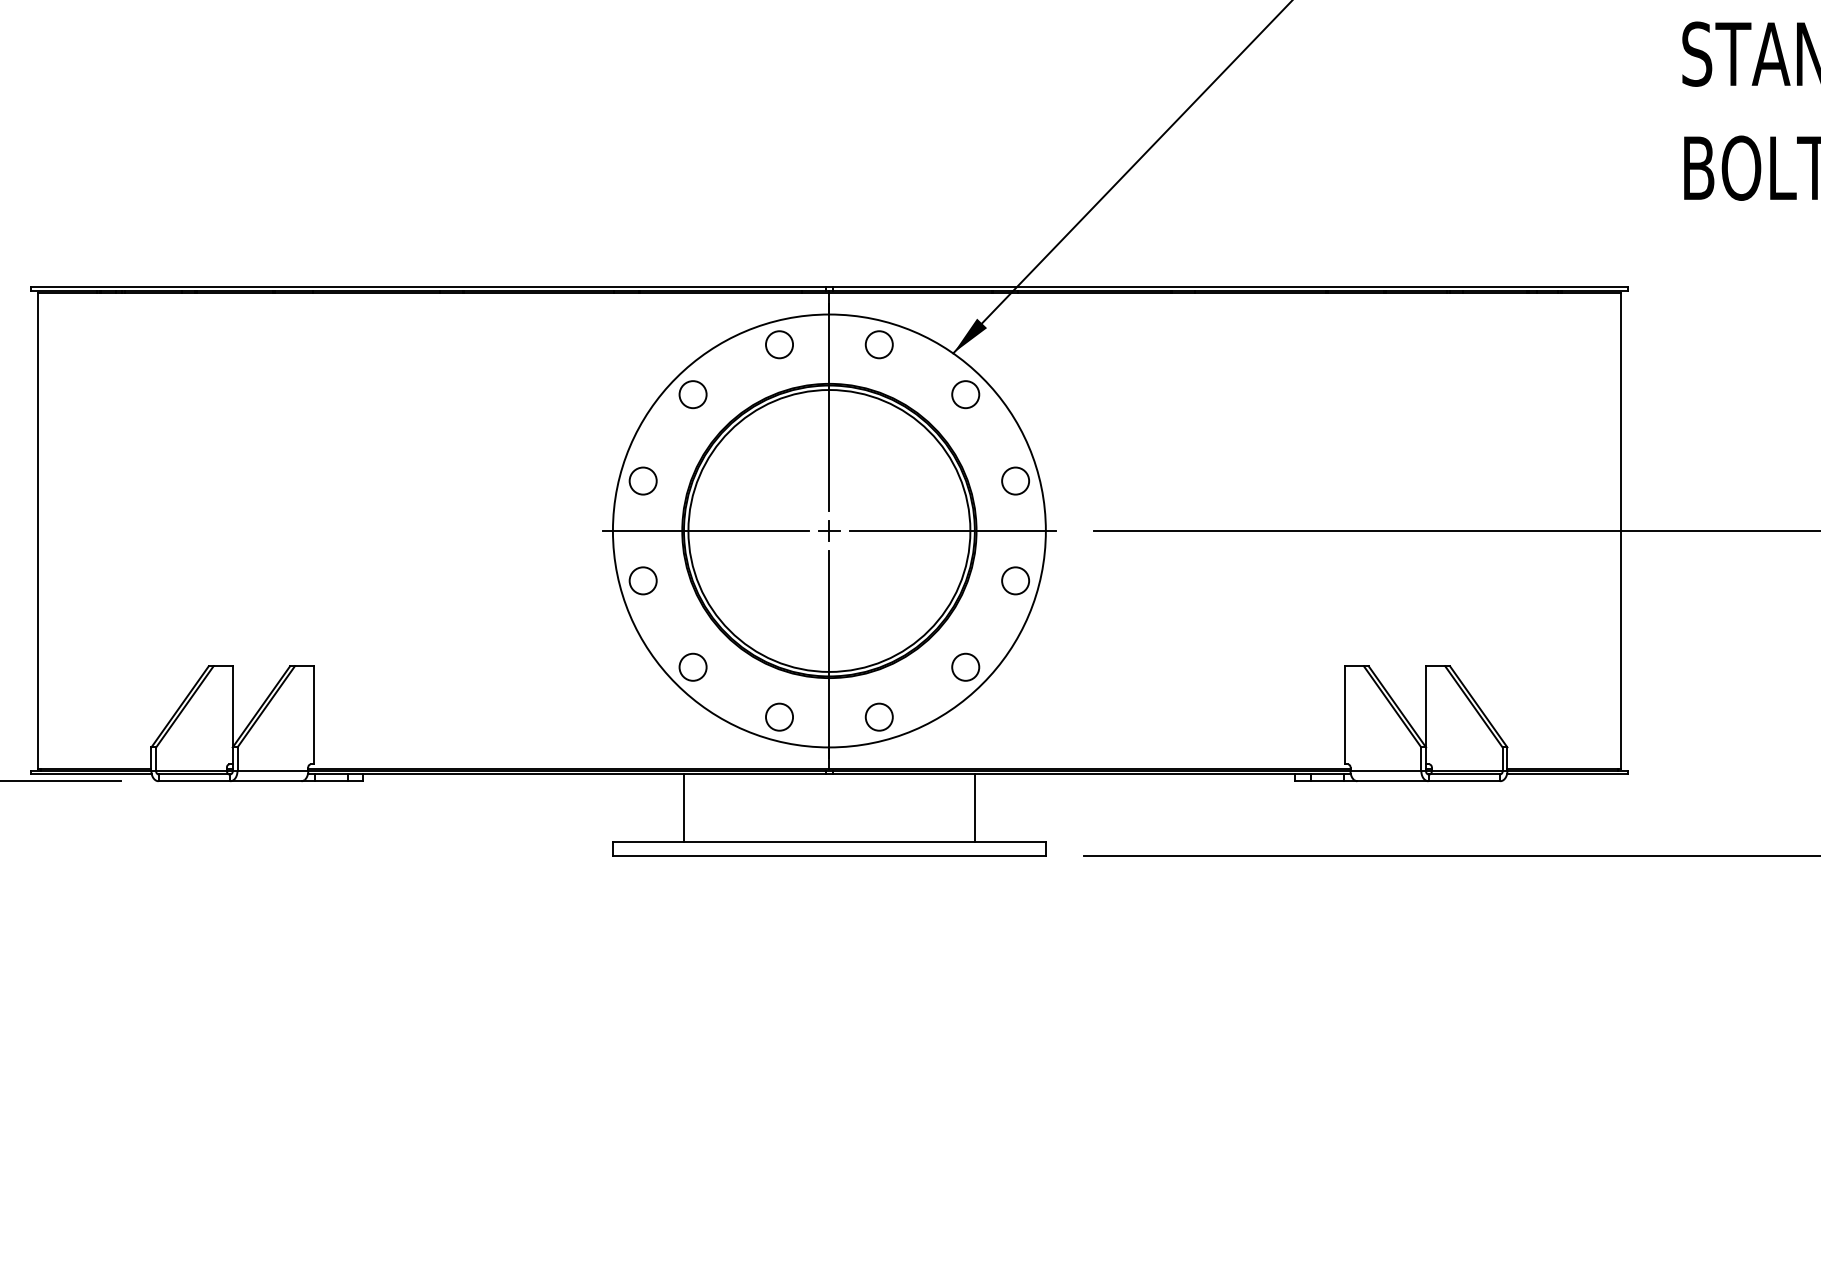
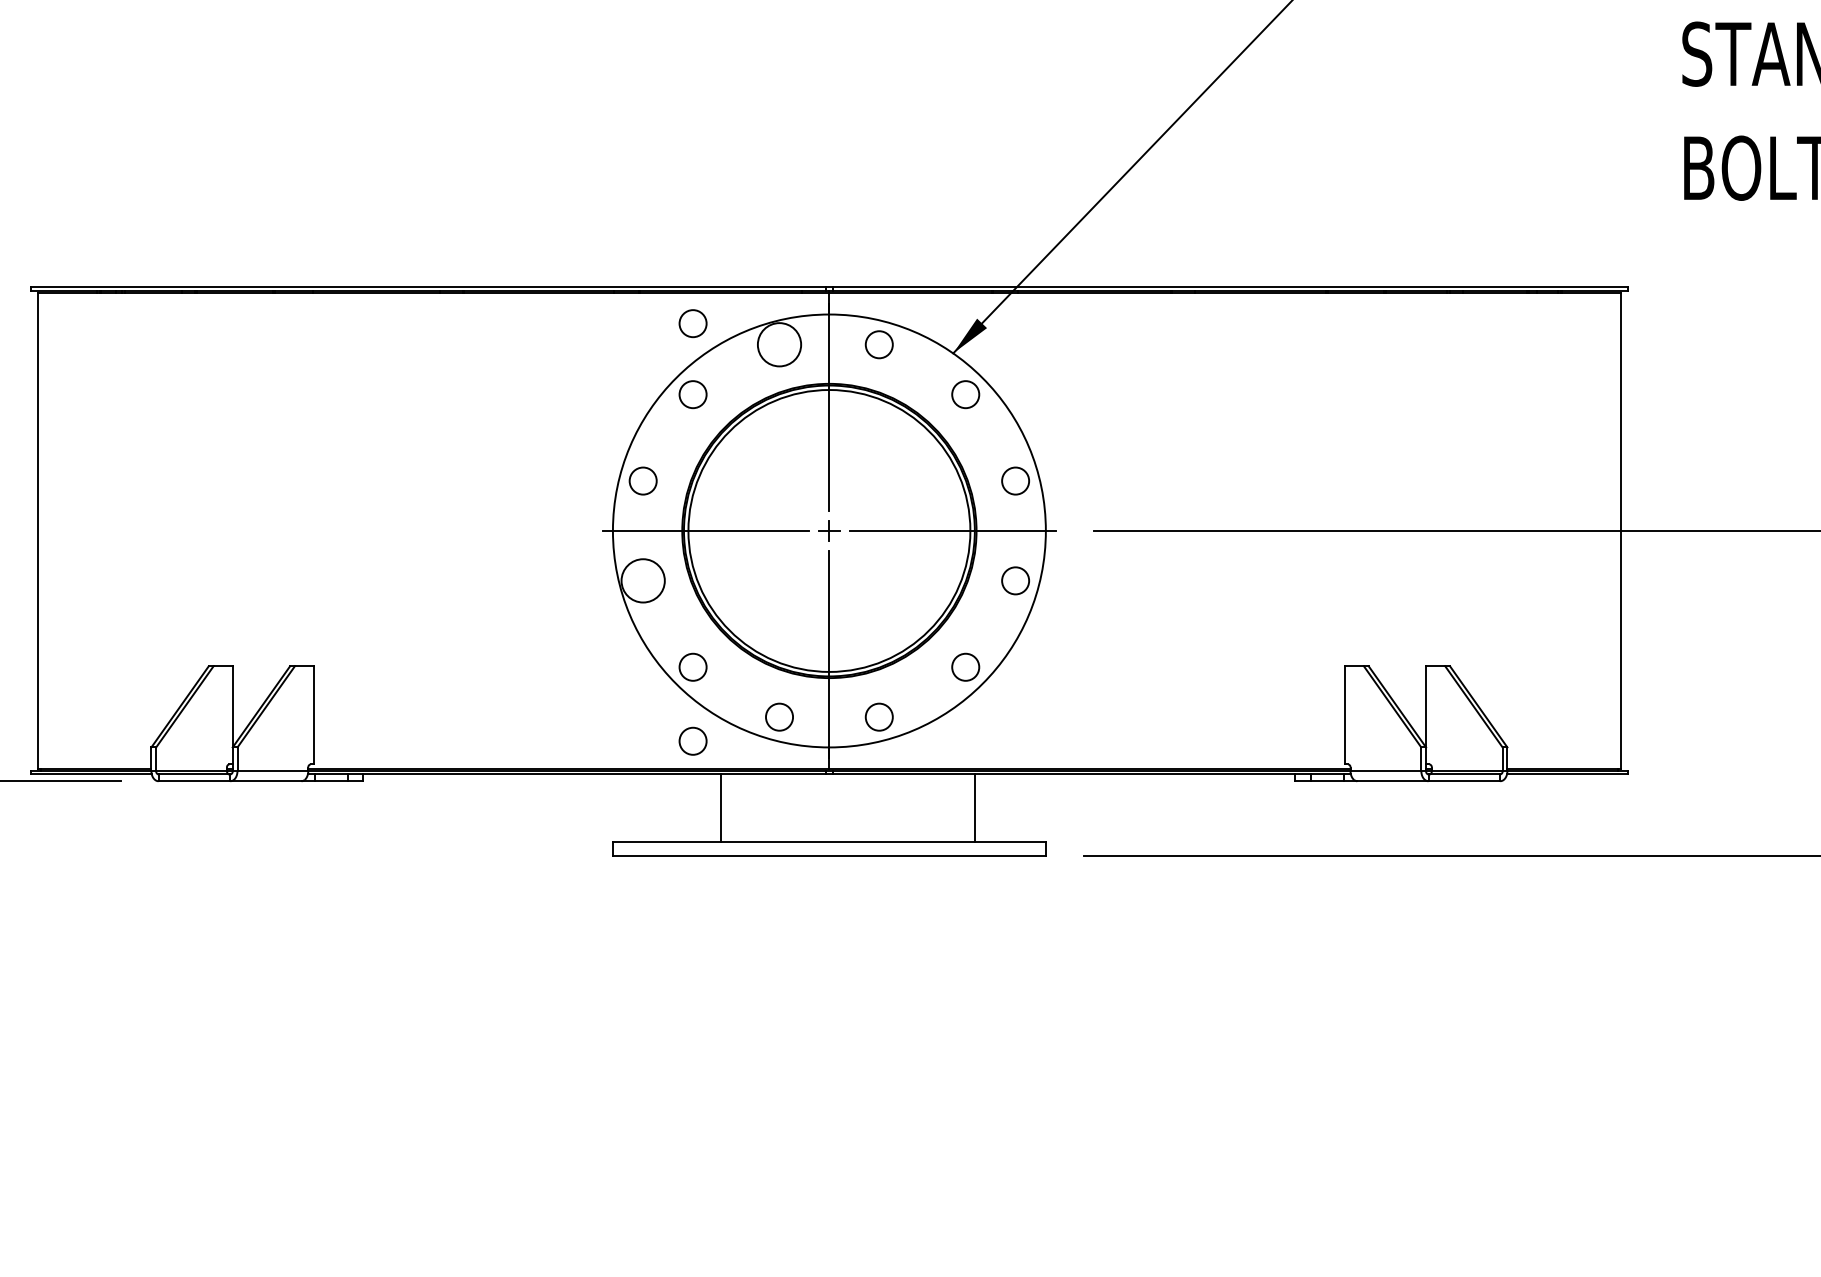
circle at (692, 323): none -> present
circle at (779, 344) diameter: 27 px -> 43 px
circle at (642, 580) diameter: 27 px -> 43 px
circle at (692, 740): none -> present
line at (683, 808) position: (683, 808) -> (720, 808)
